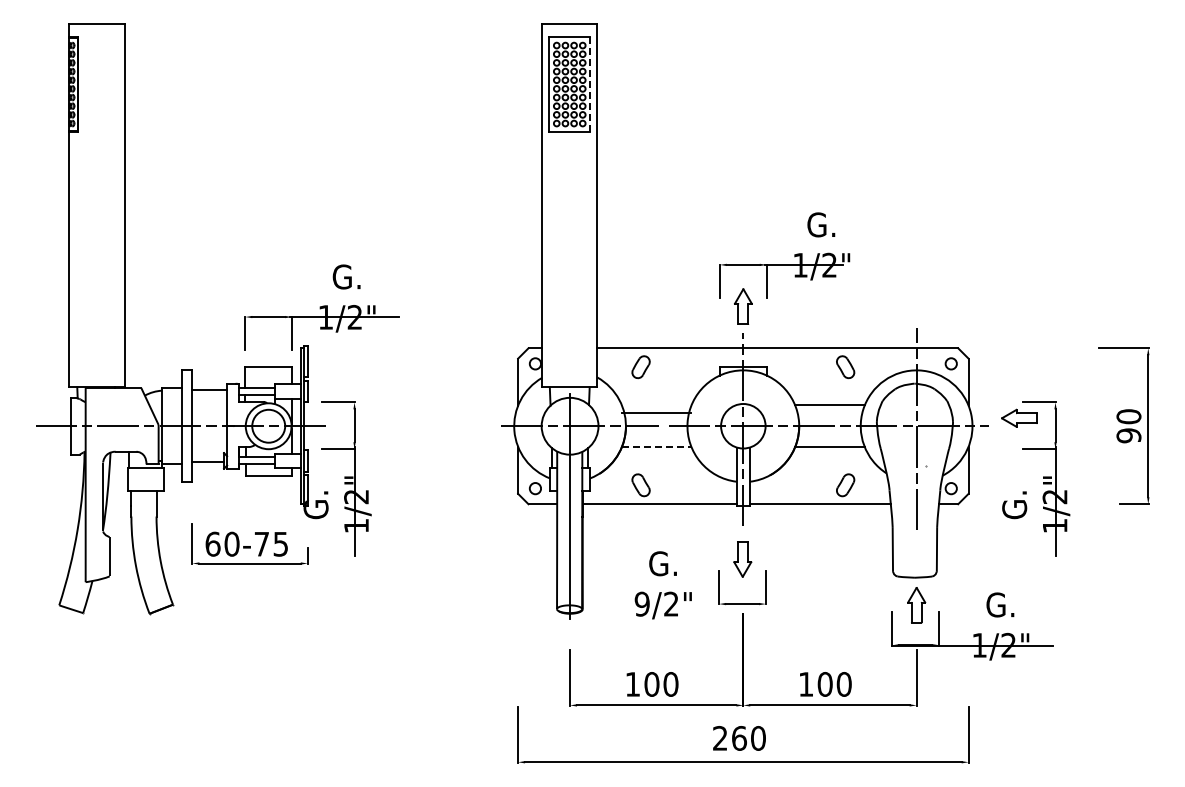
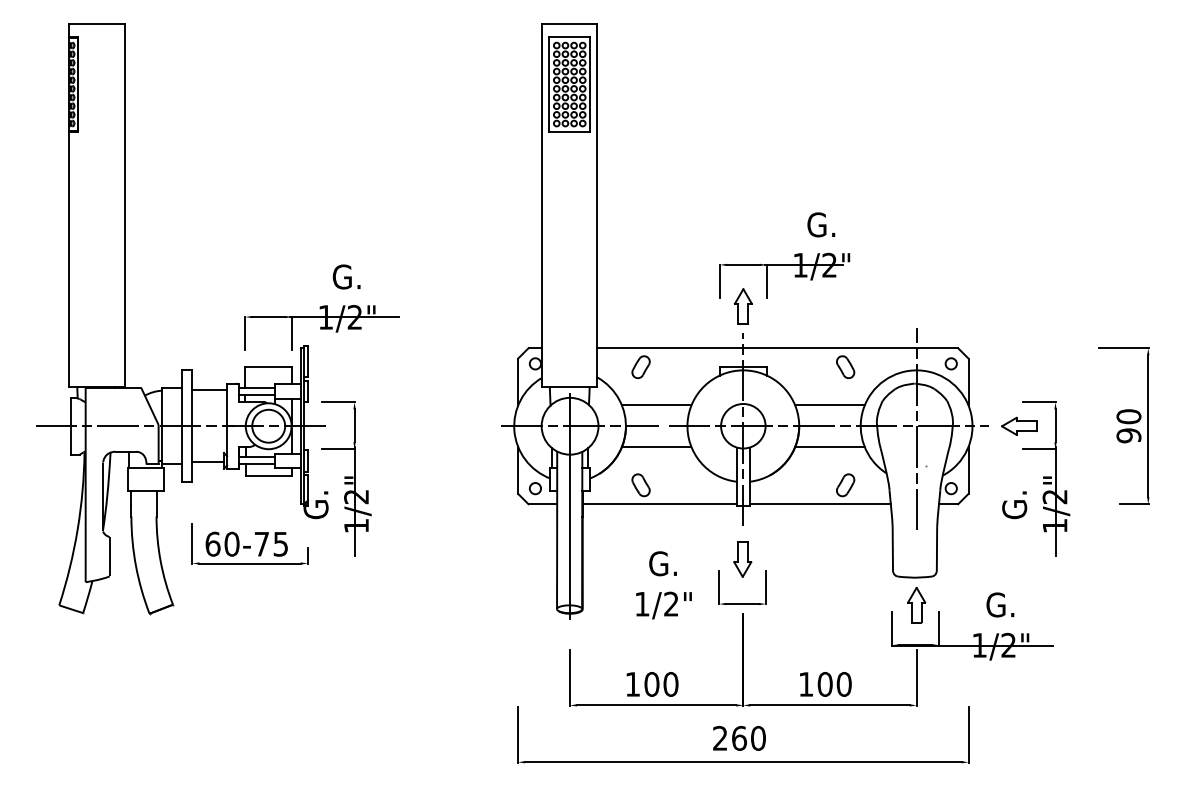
line at (590, 84): dashed -> solid
line at (656, 413) position: (656, 413) -> (656, 405)
part at (1019, 417) position: (1019, 417) -> (1019, 425)
line at (656, 447): dashed -> solid
text at (641, 603): 9/2" -> 1/2"
